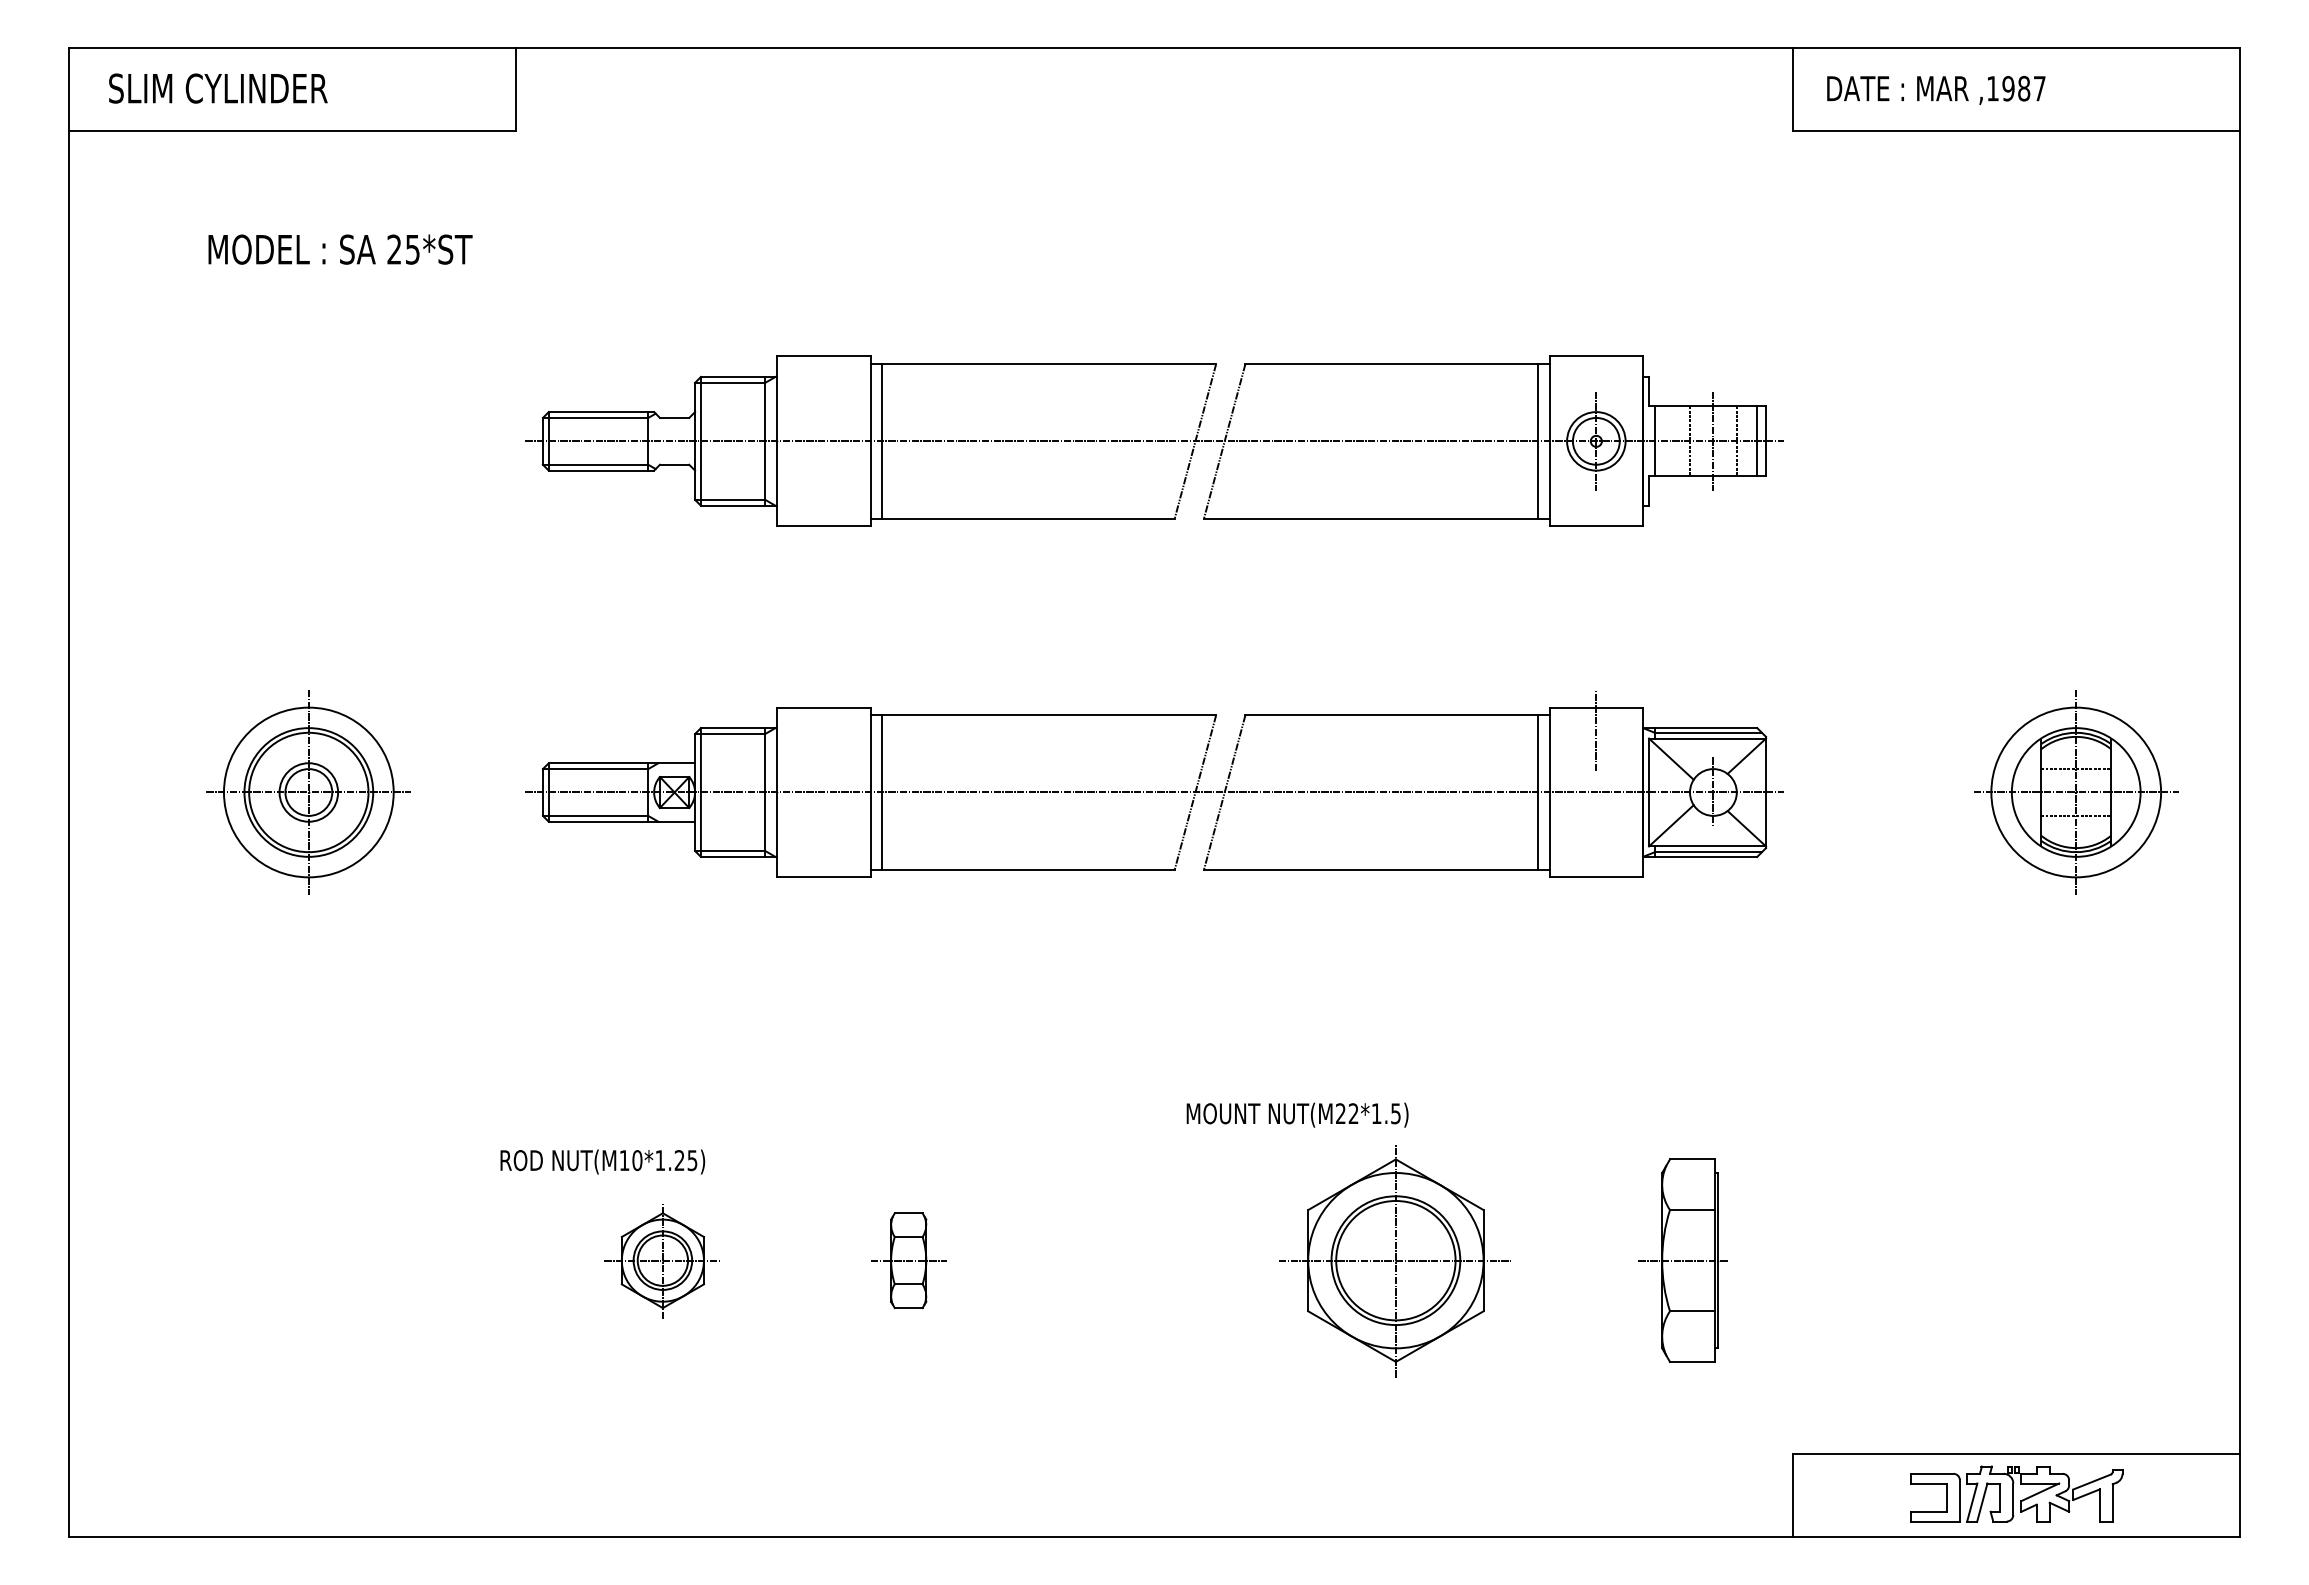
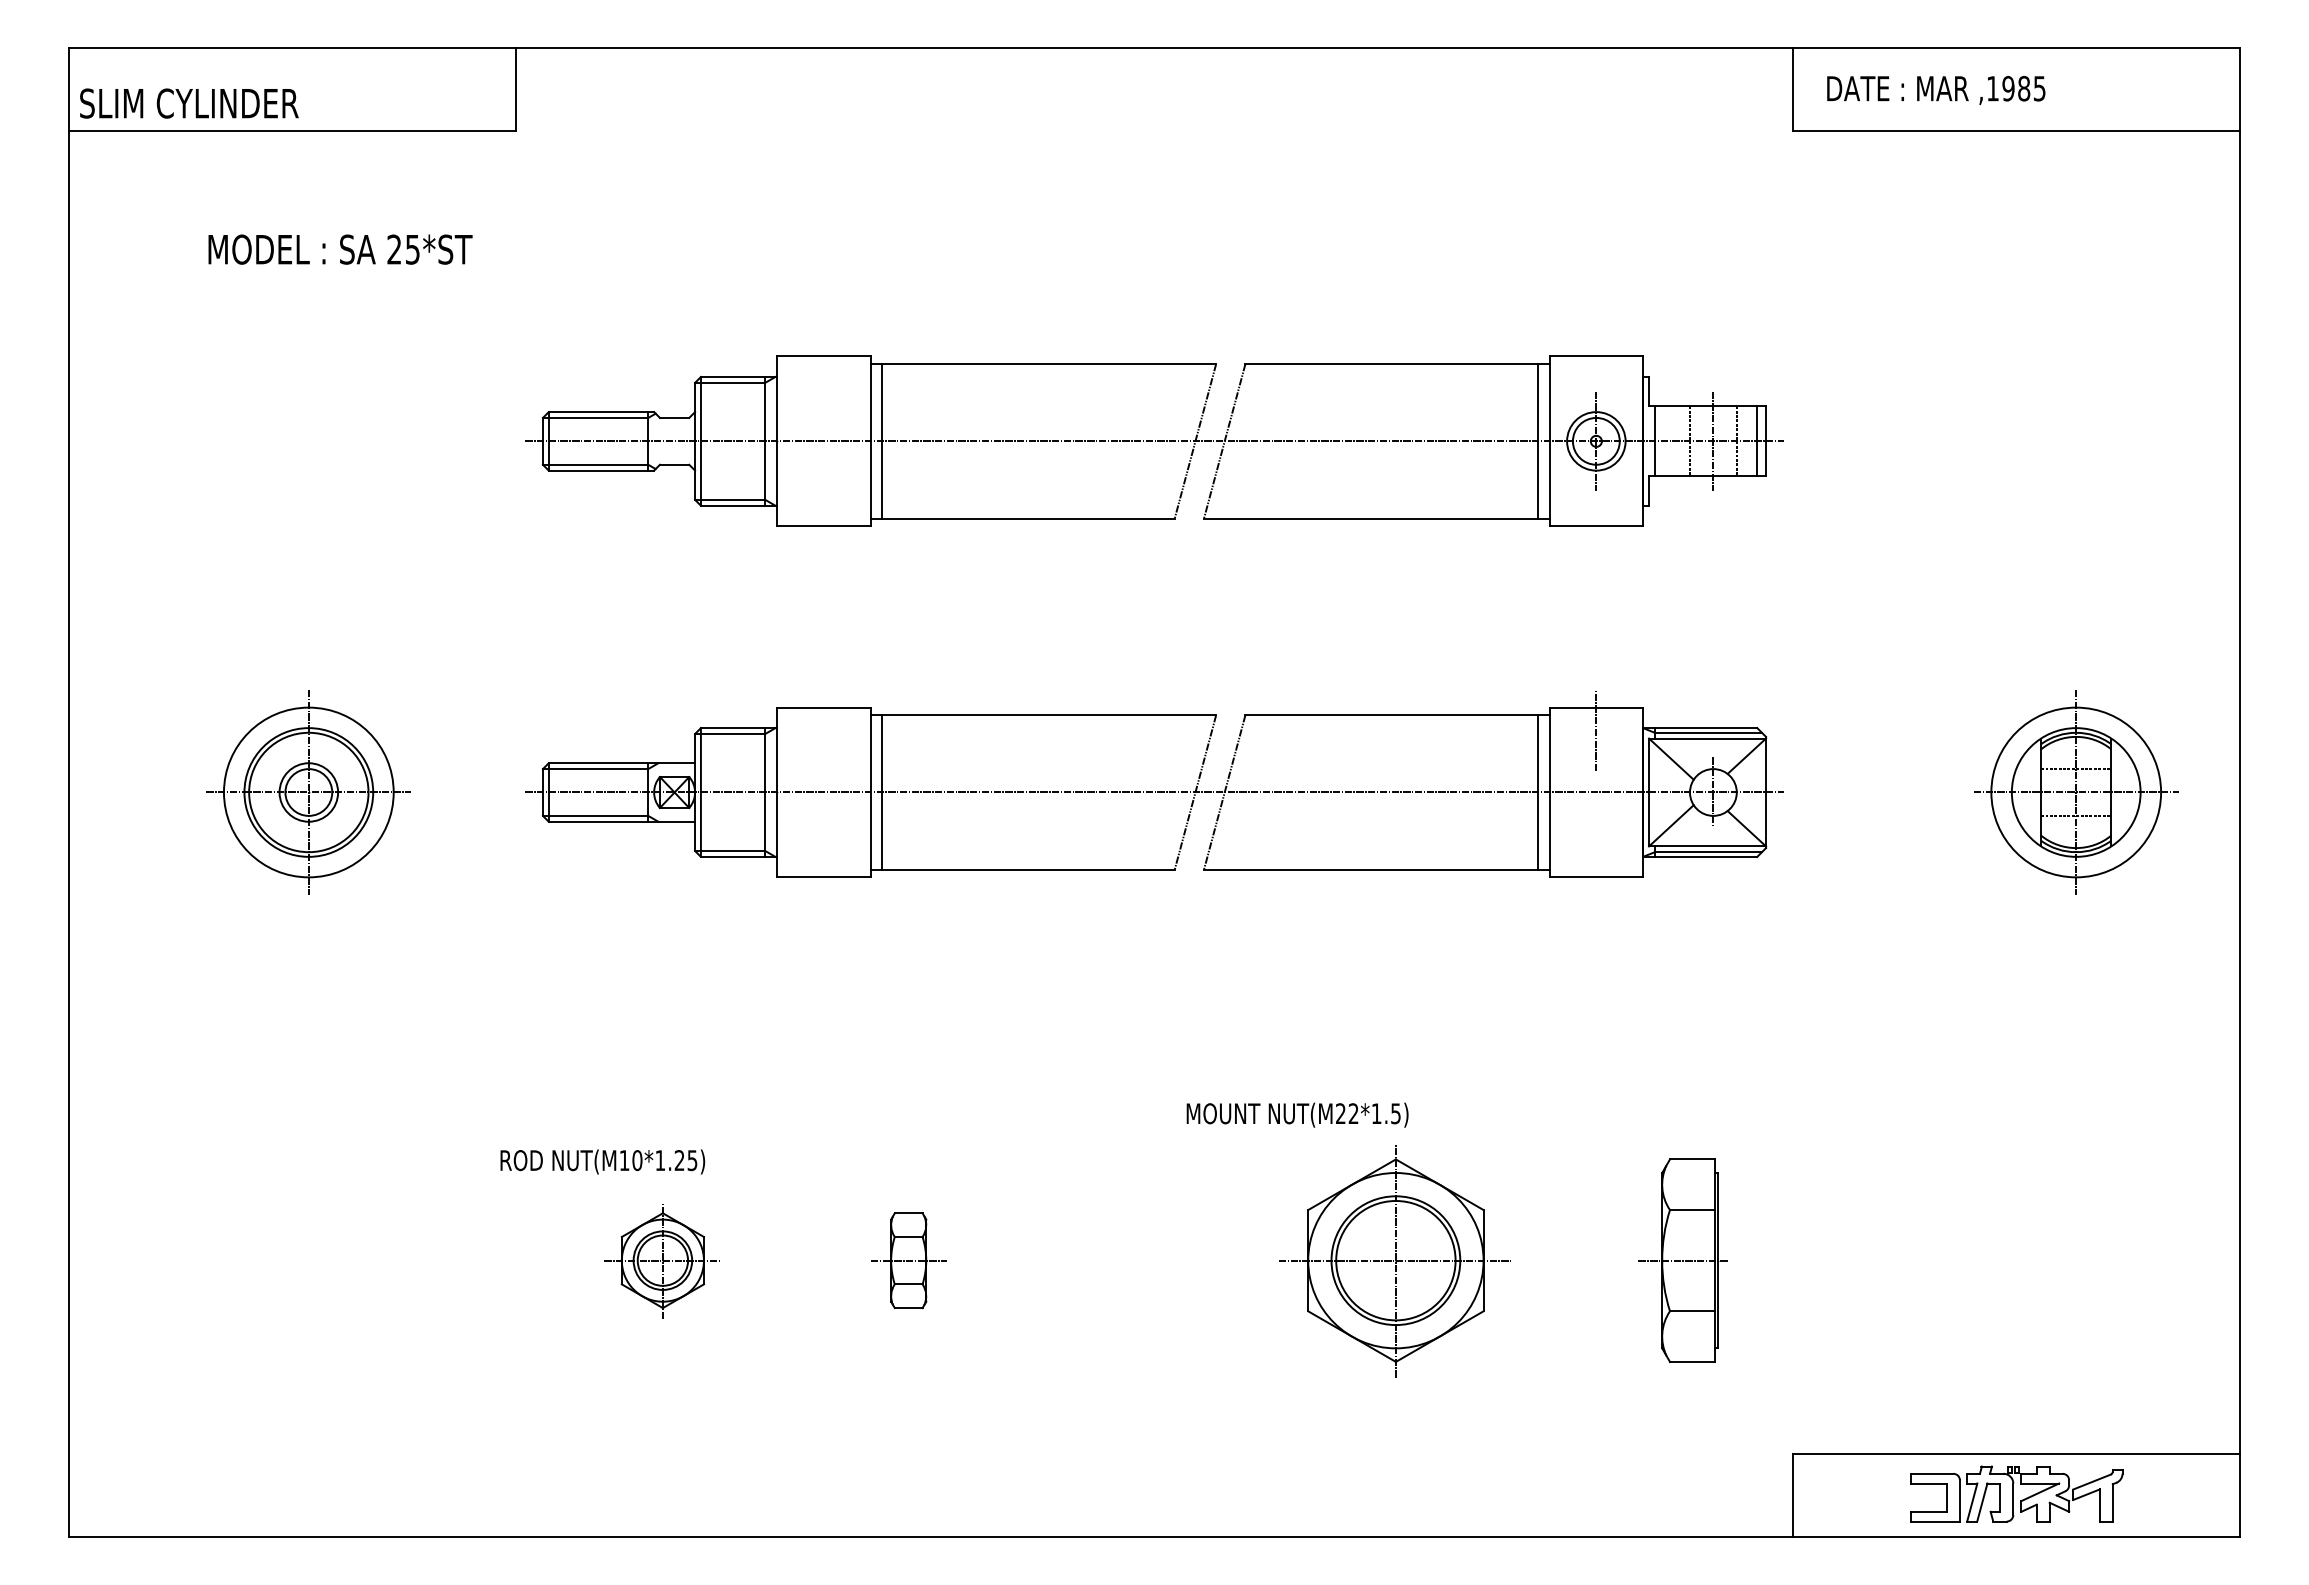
text at (218, 88) position: (218, 88) -> (189, 103)
text at (2039, 88): ,1987 -> ,1985
